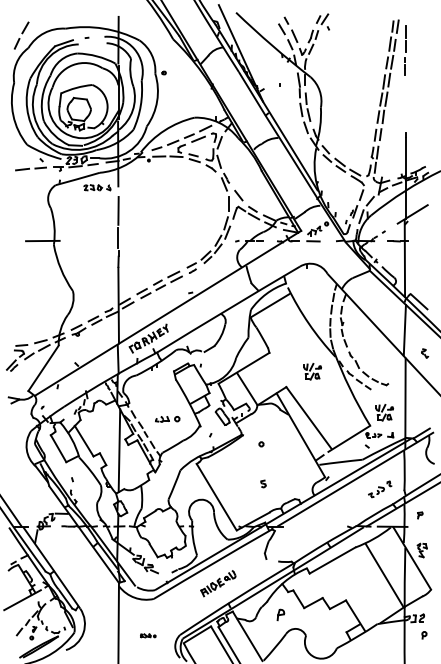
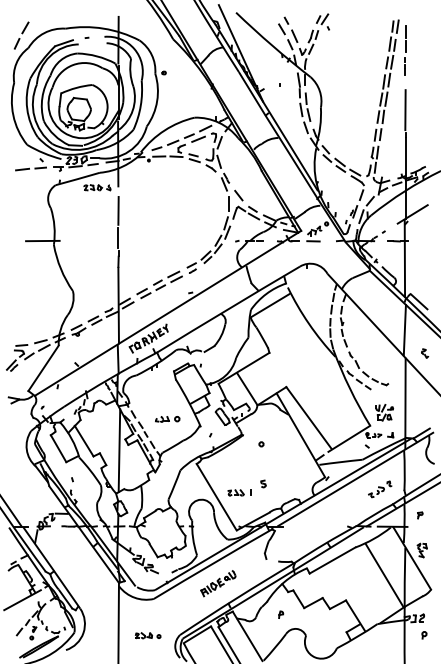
line at (405, 110): none -> present
part at (312, 371): present -> none
part at (239, 492): none -> present
part at (280, 614) size: 10x14 px -> 7x9 px
part at (148, 635) size: 17x6 px -> 27x8 px
